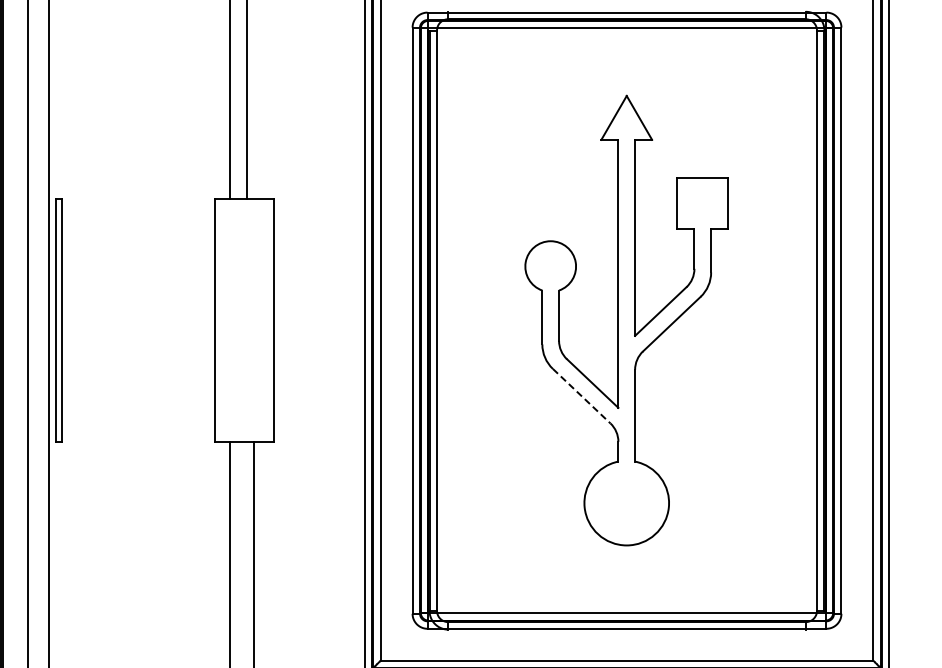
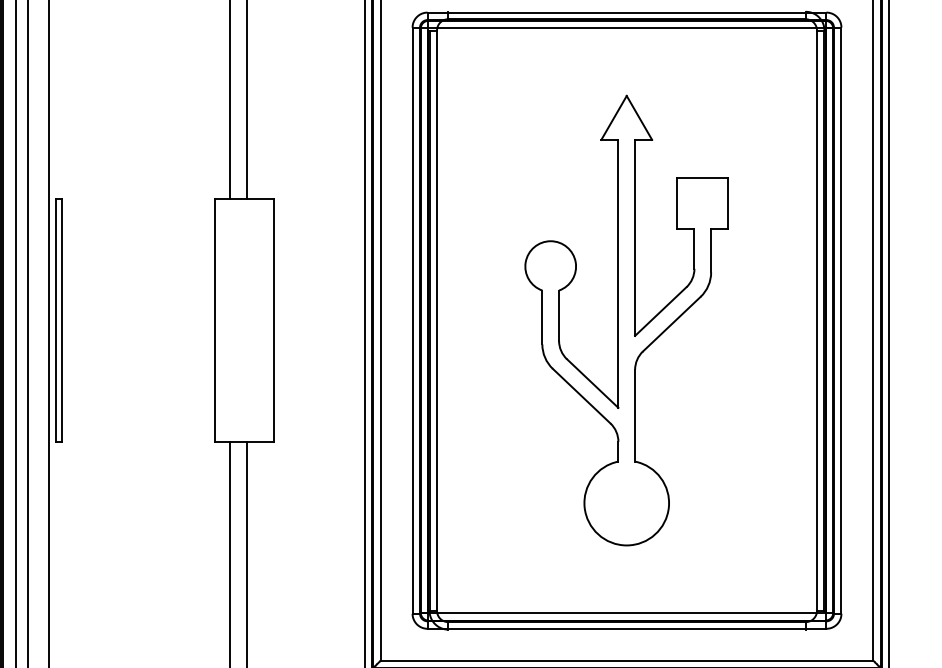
line at (16, 333): none -> present
line at (581, 396): dashed -> solid
line at (254, 553) position: (254, 553) -> (247, 553)
